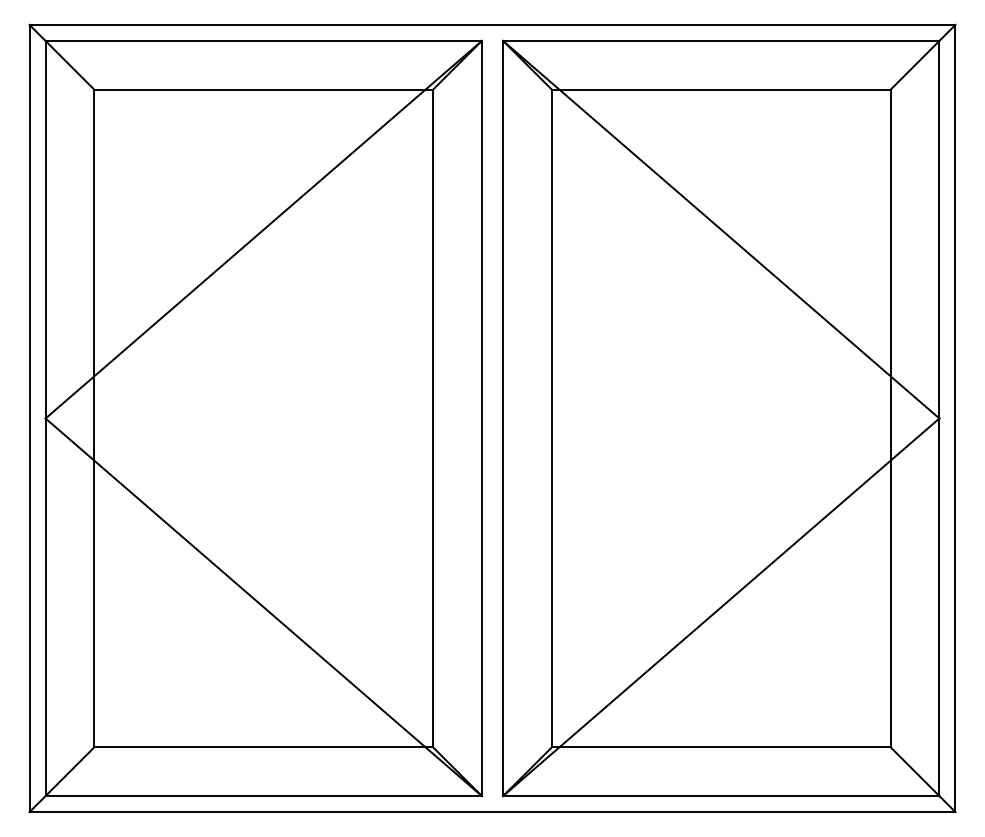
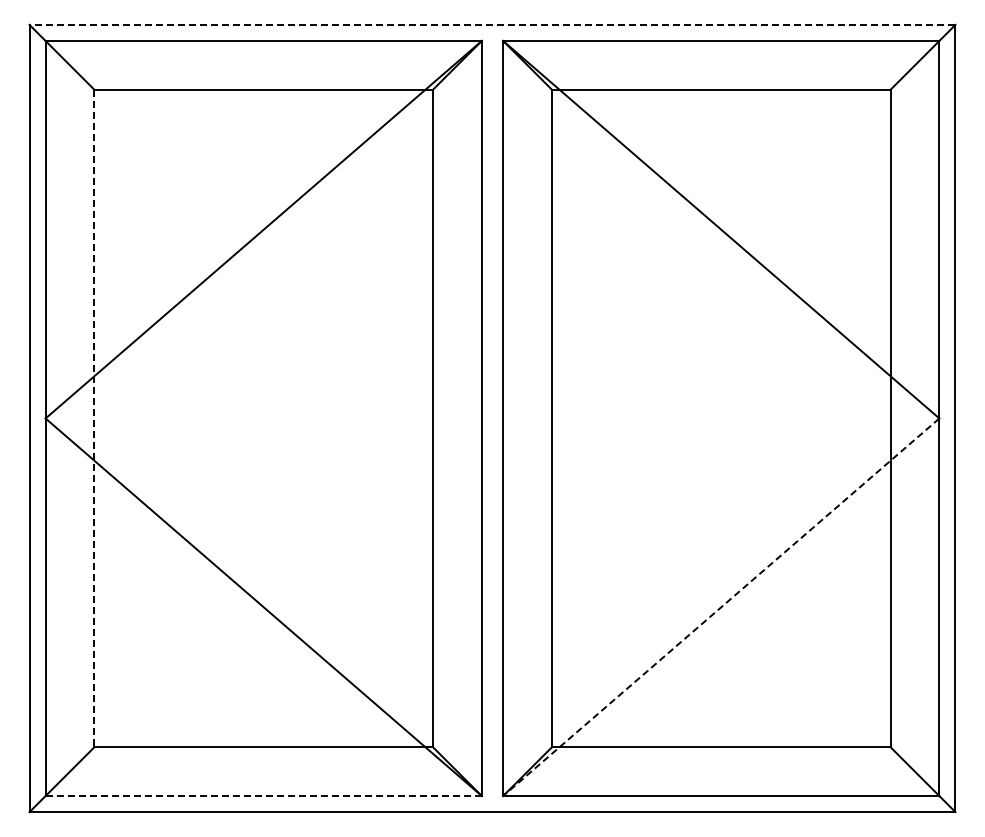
line at (492, 24): solid -> dashed
line at (94, 418): solid -> dashed
line at (720, 607): solid -> dashed
line at (264, 796): solid -> dashed
